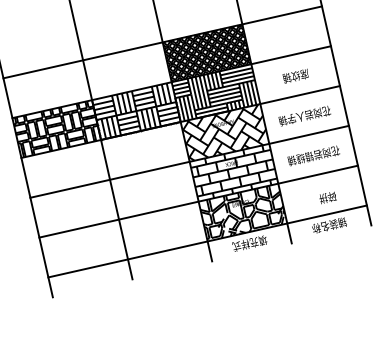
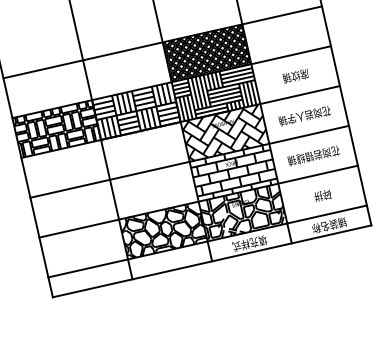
text at (327, 197) position: (327, 197) -> (322, 195)
hatch at (163, 230): none -> present
line at (211, 261): none -> present
